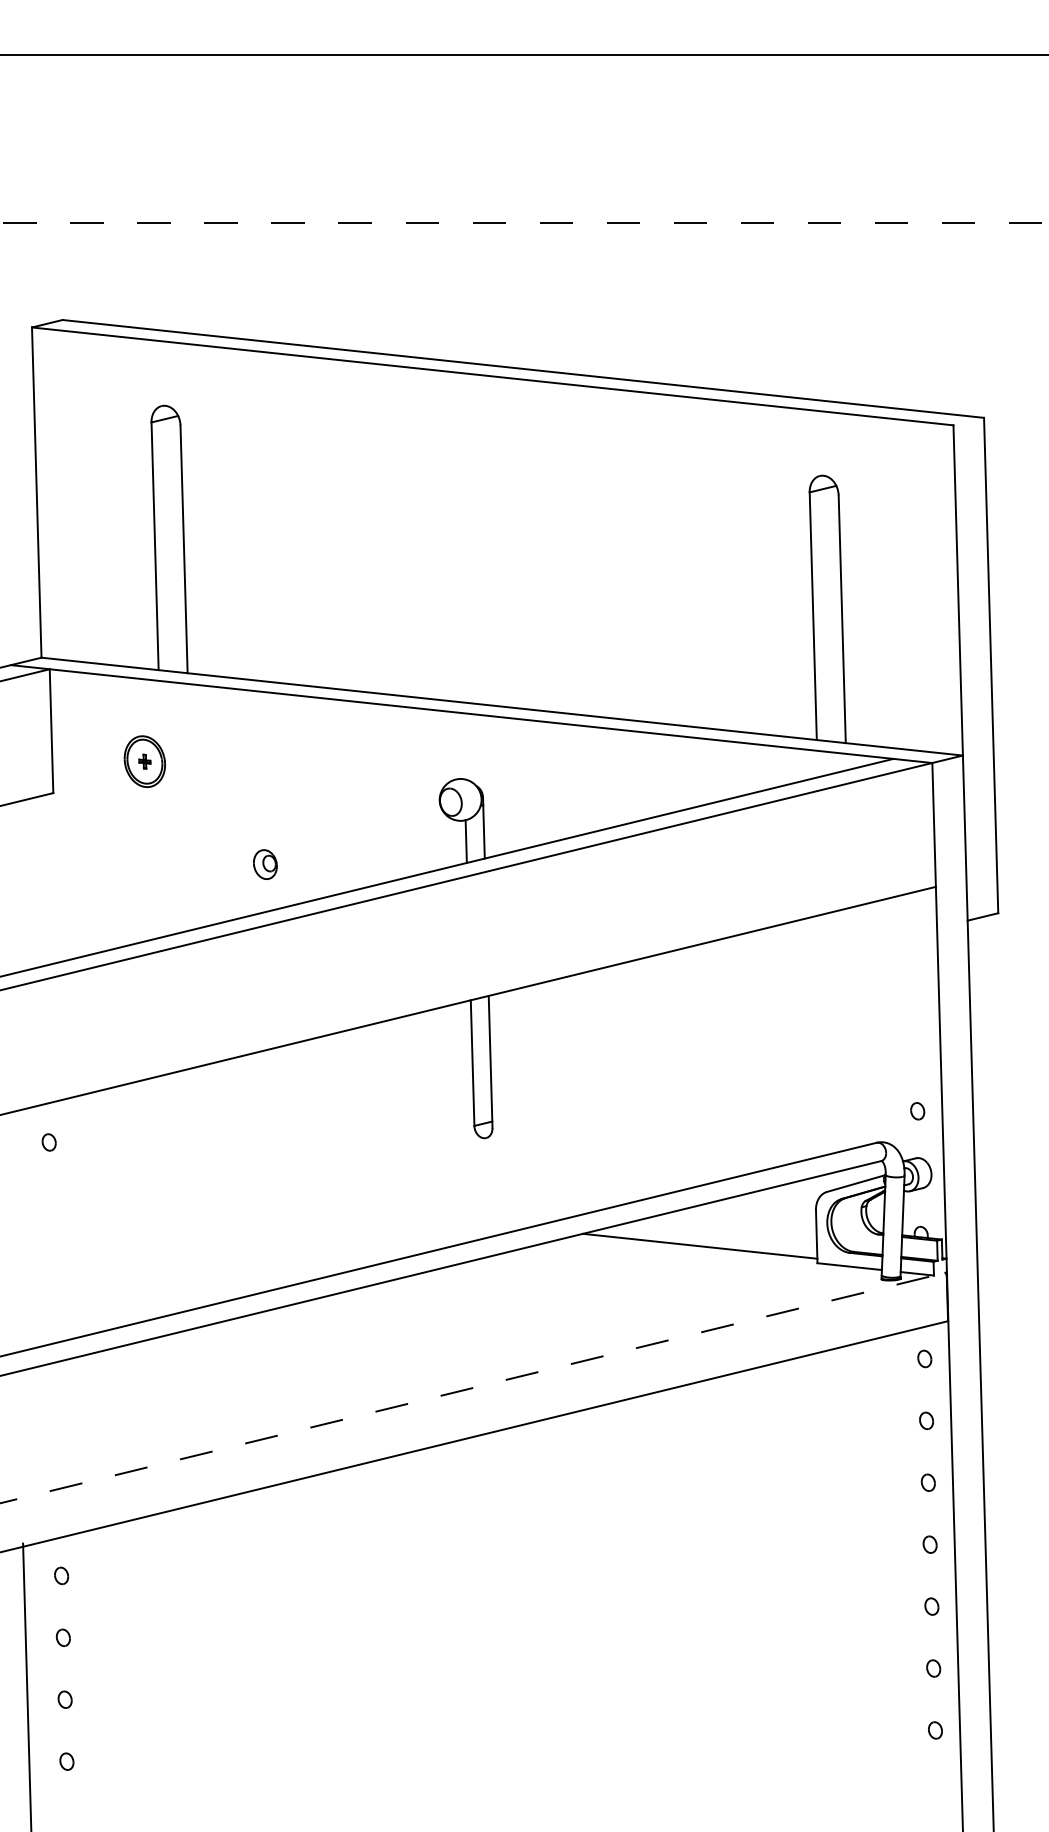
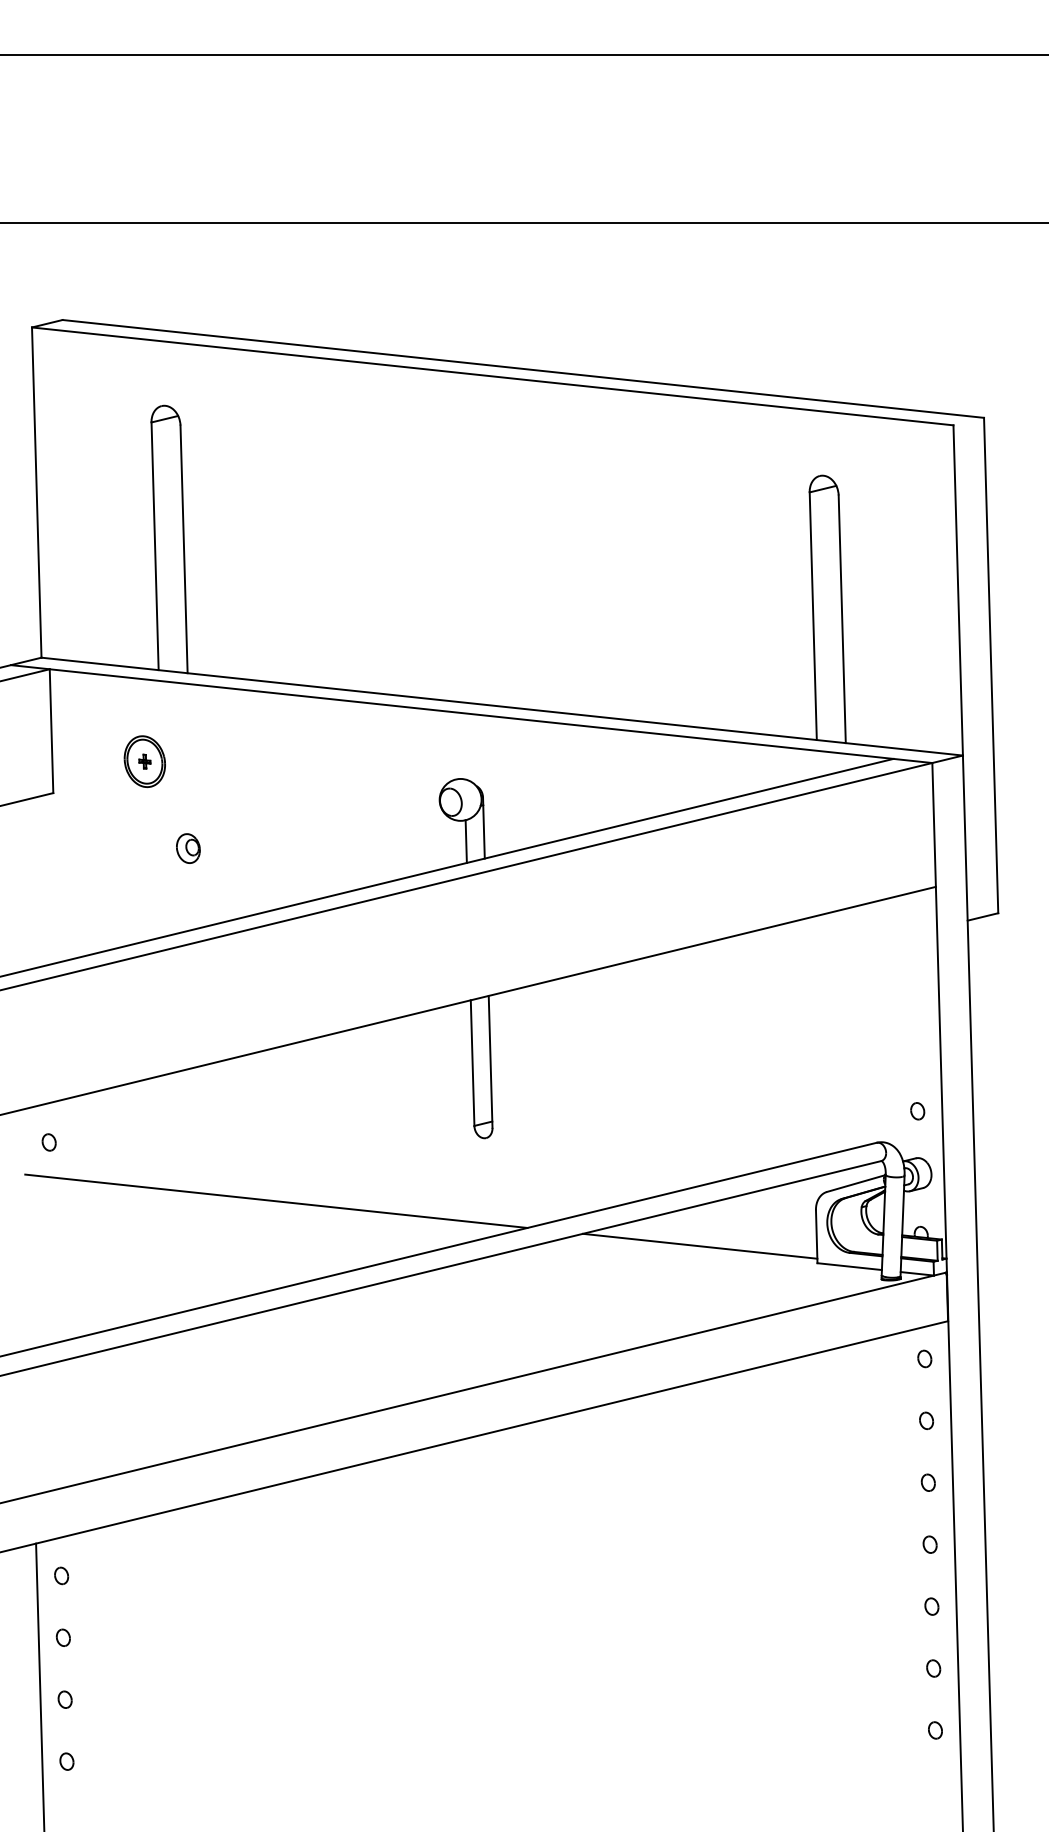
line at (524, 222): dashed -> solid
part at (265, 864) position: (265, 864) -> (188, 848)
line at (276, 1200): none -> present
line at (473, 1387): dashed -> solid
line at (27, 1685) position: (27, 1685) -> (40, 1685)
